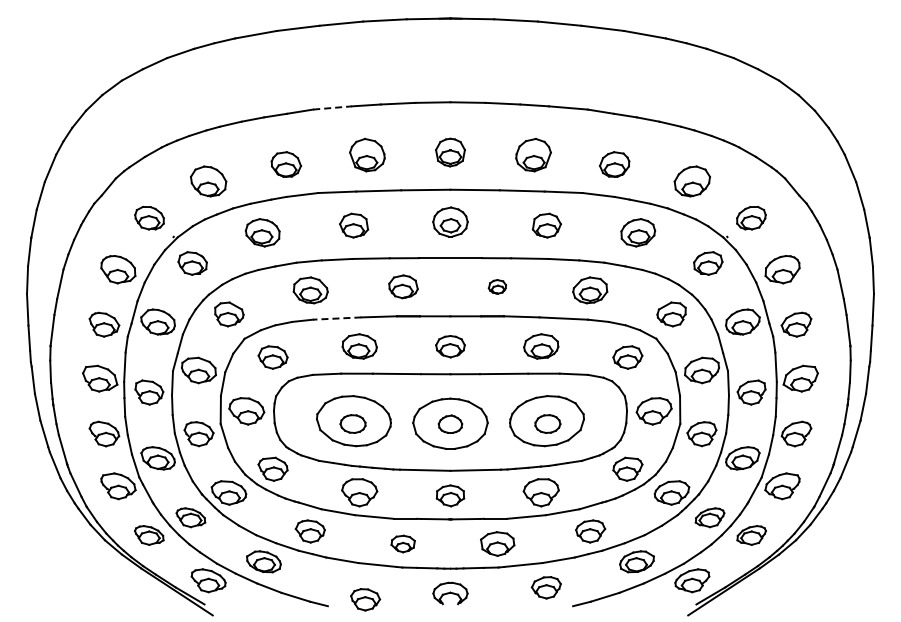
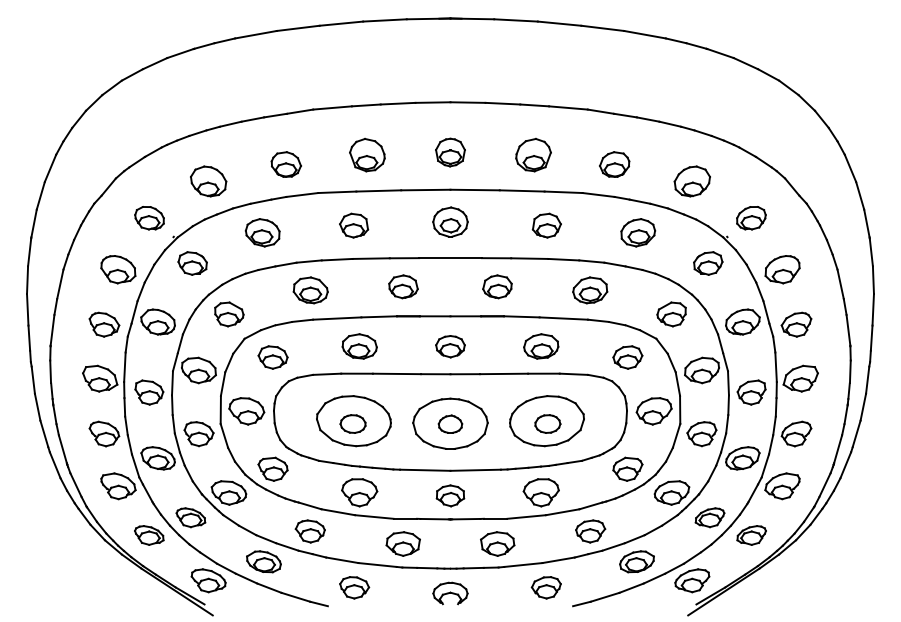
line at (333, 107): dashed -> solid
part at (496, 286) size: 20x16 px -> 31x26 px
line at (336, 318): dashed -> solid
part at (402, 543) size: 26x20 px -> 36x26 px
part at (365, 599) position: (365, 599) -> (354, 587)
